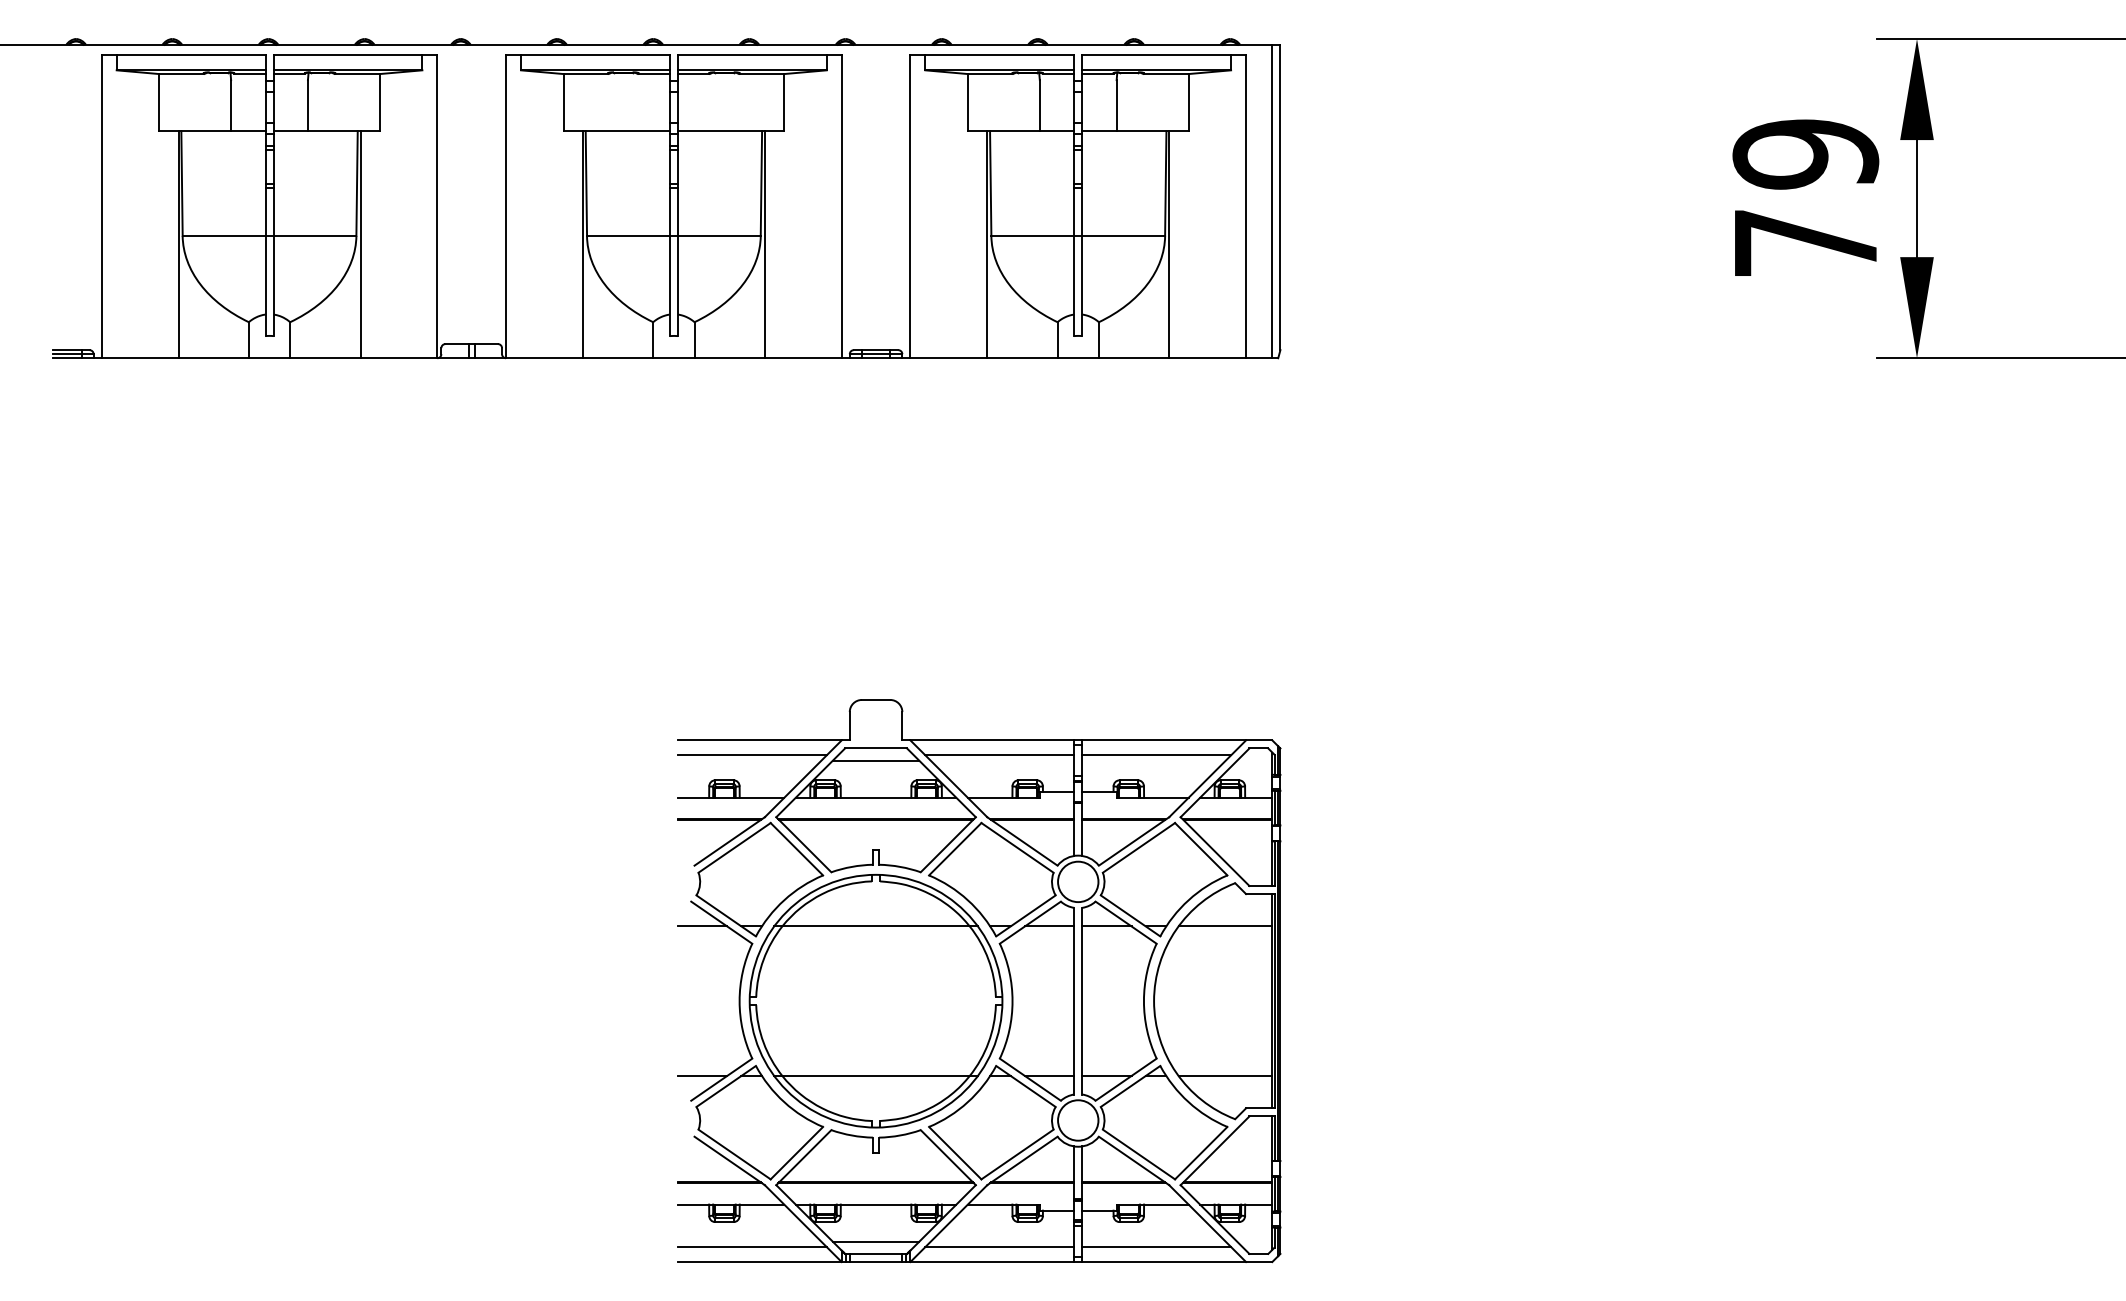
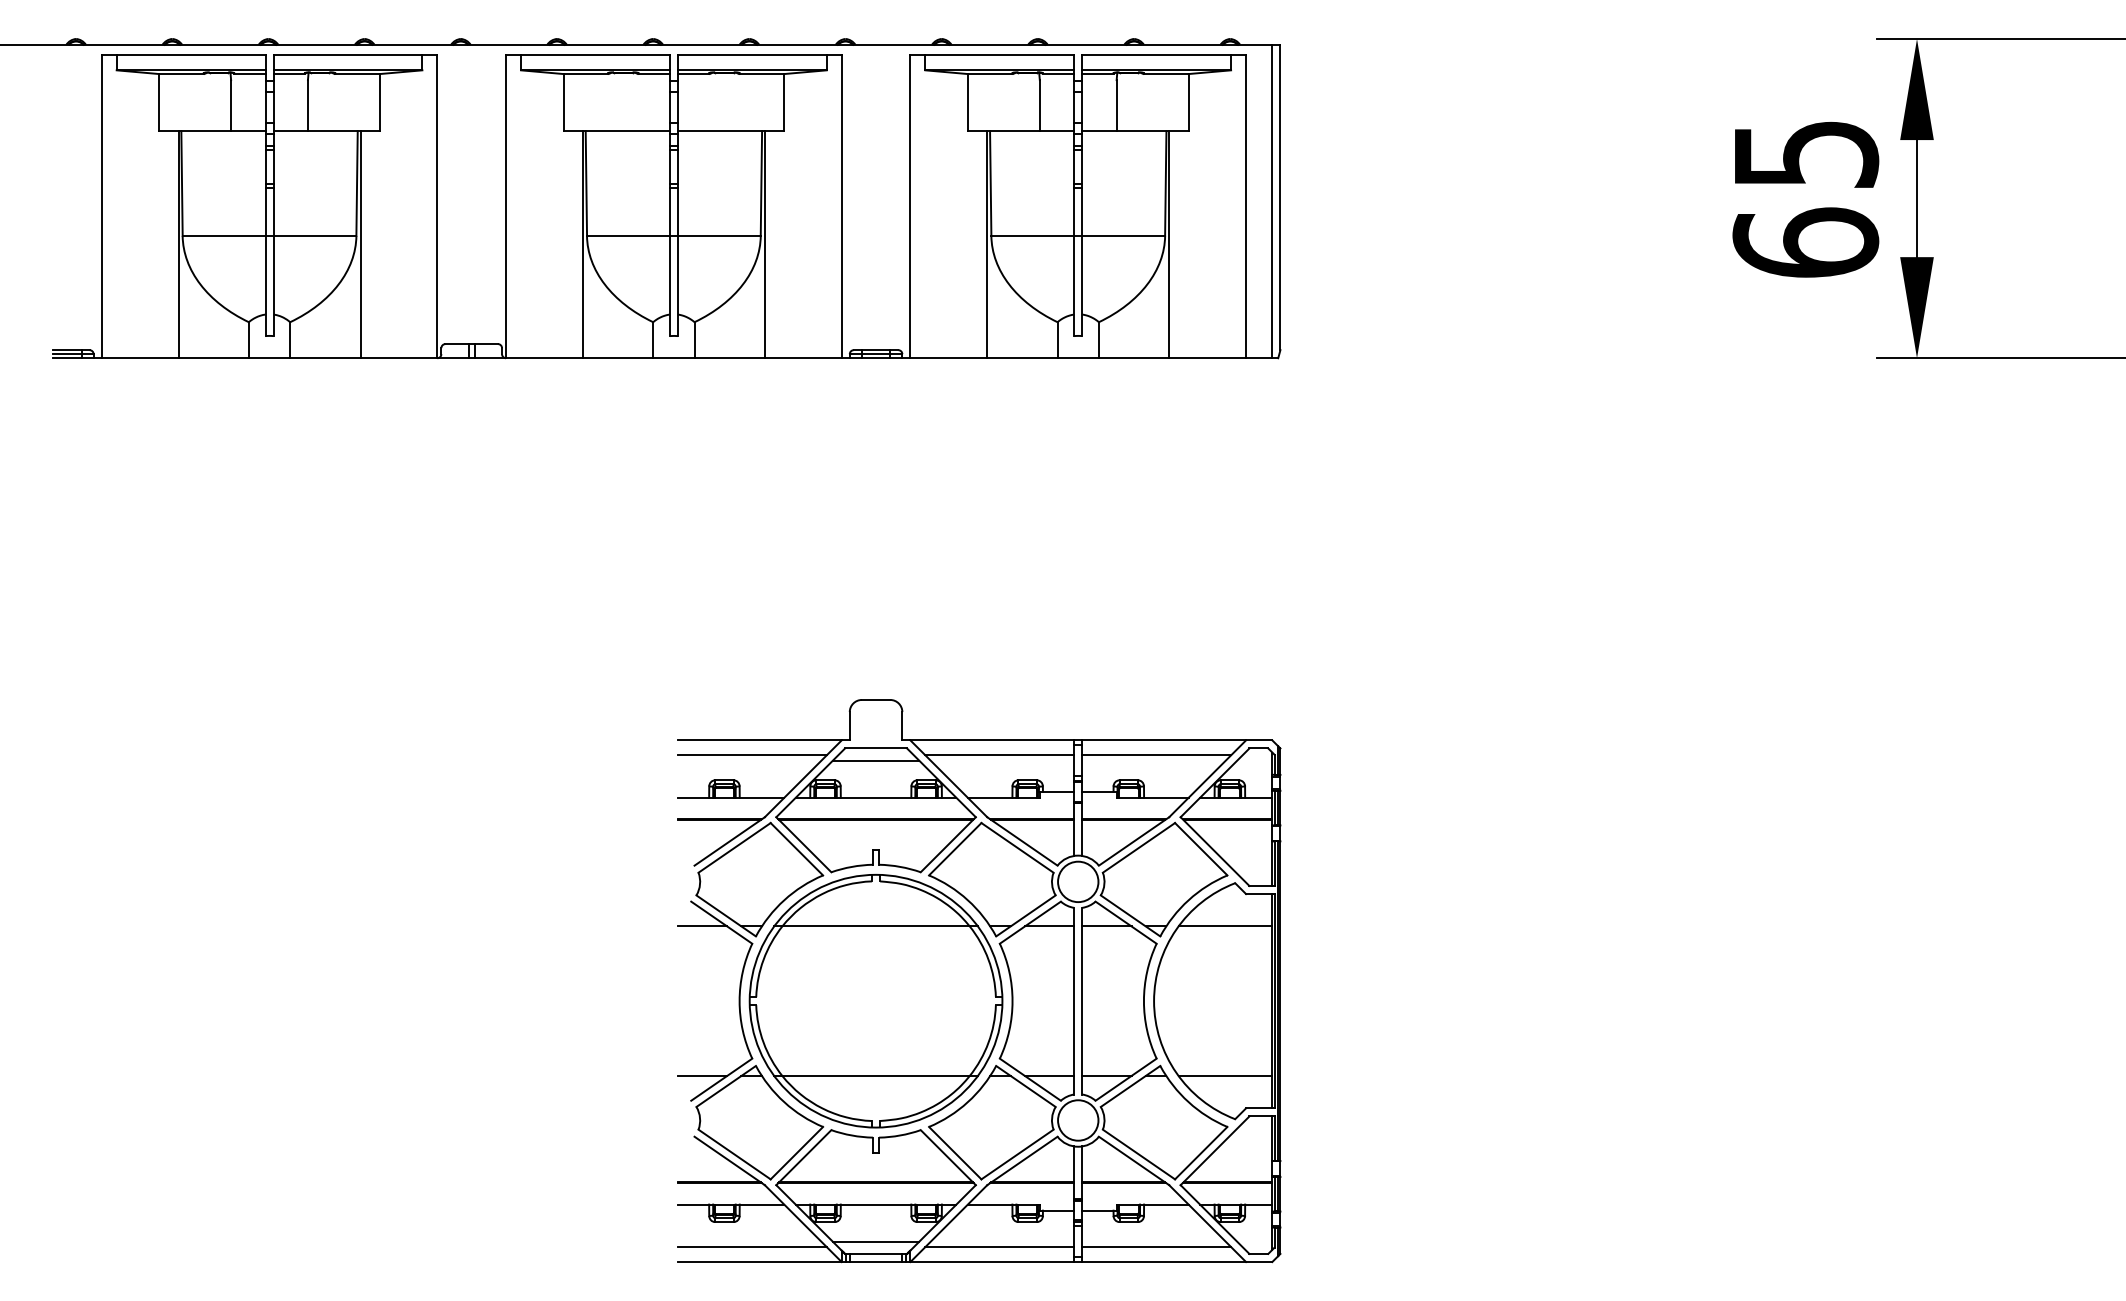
text at (1805, 198): 79 -> 65
